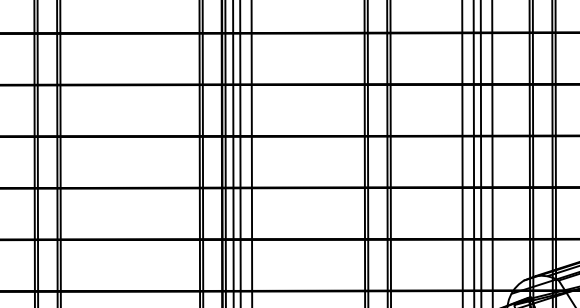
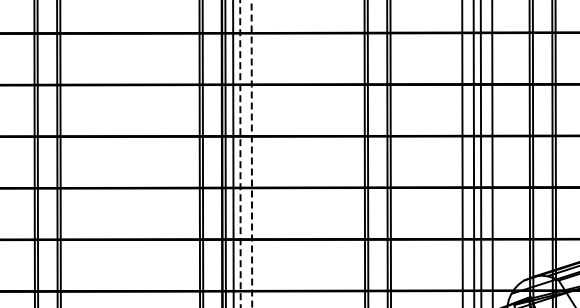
line at (240, 153): solid -> dashed
line at (251, 153): solid -> dashed
